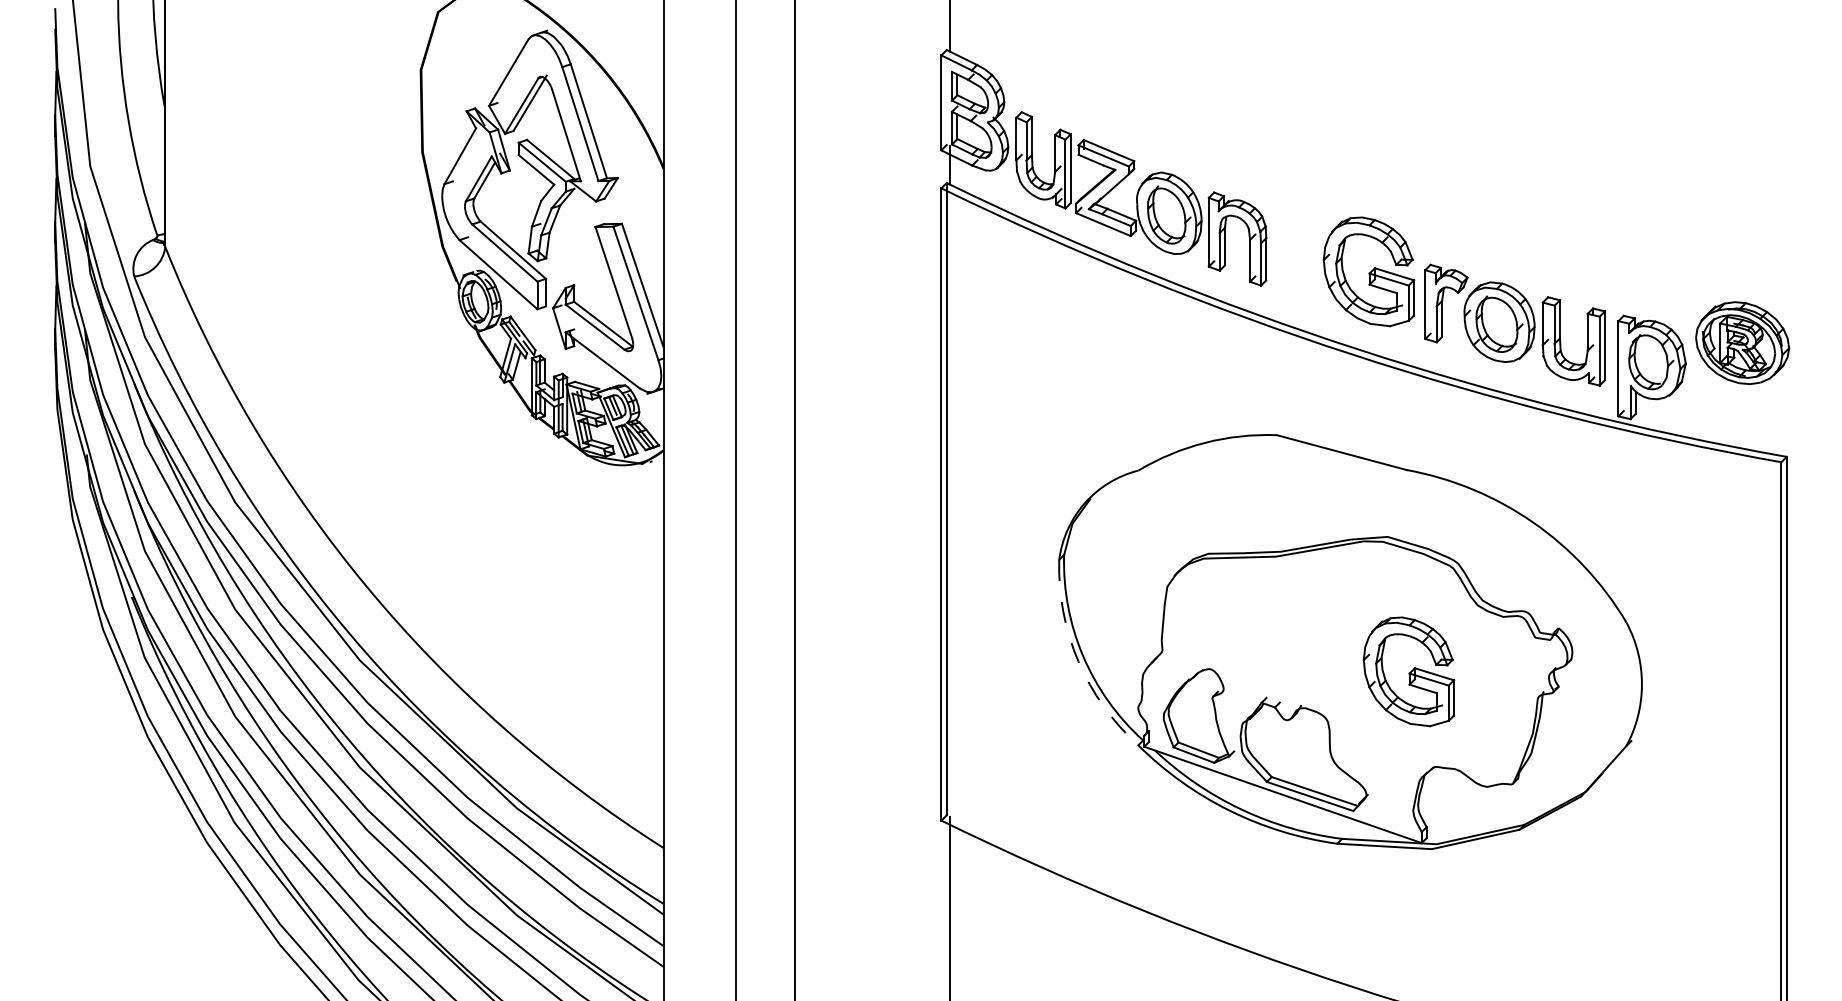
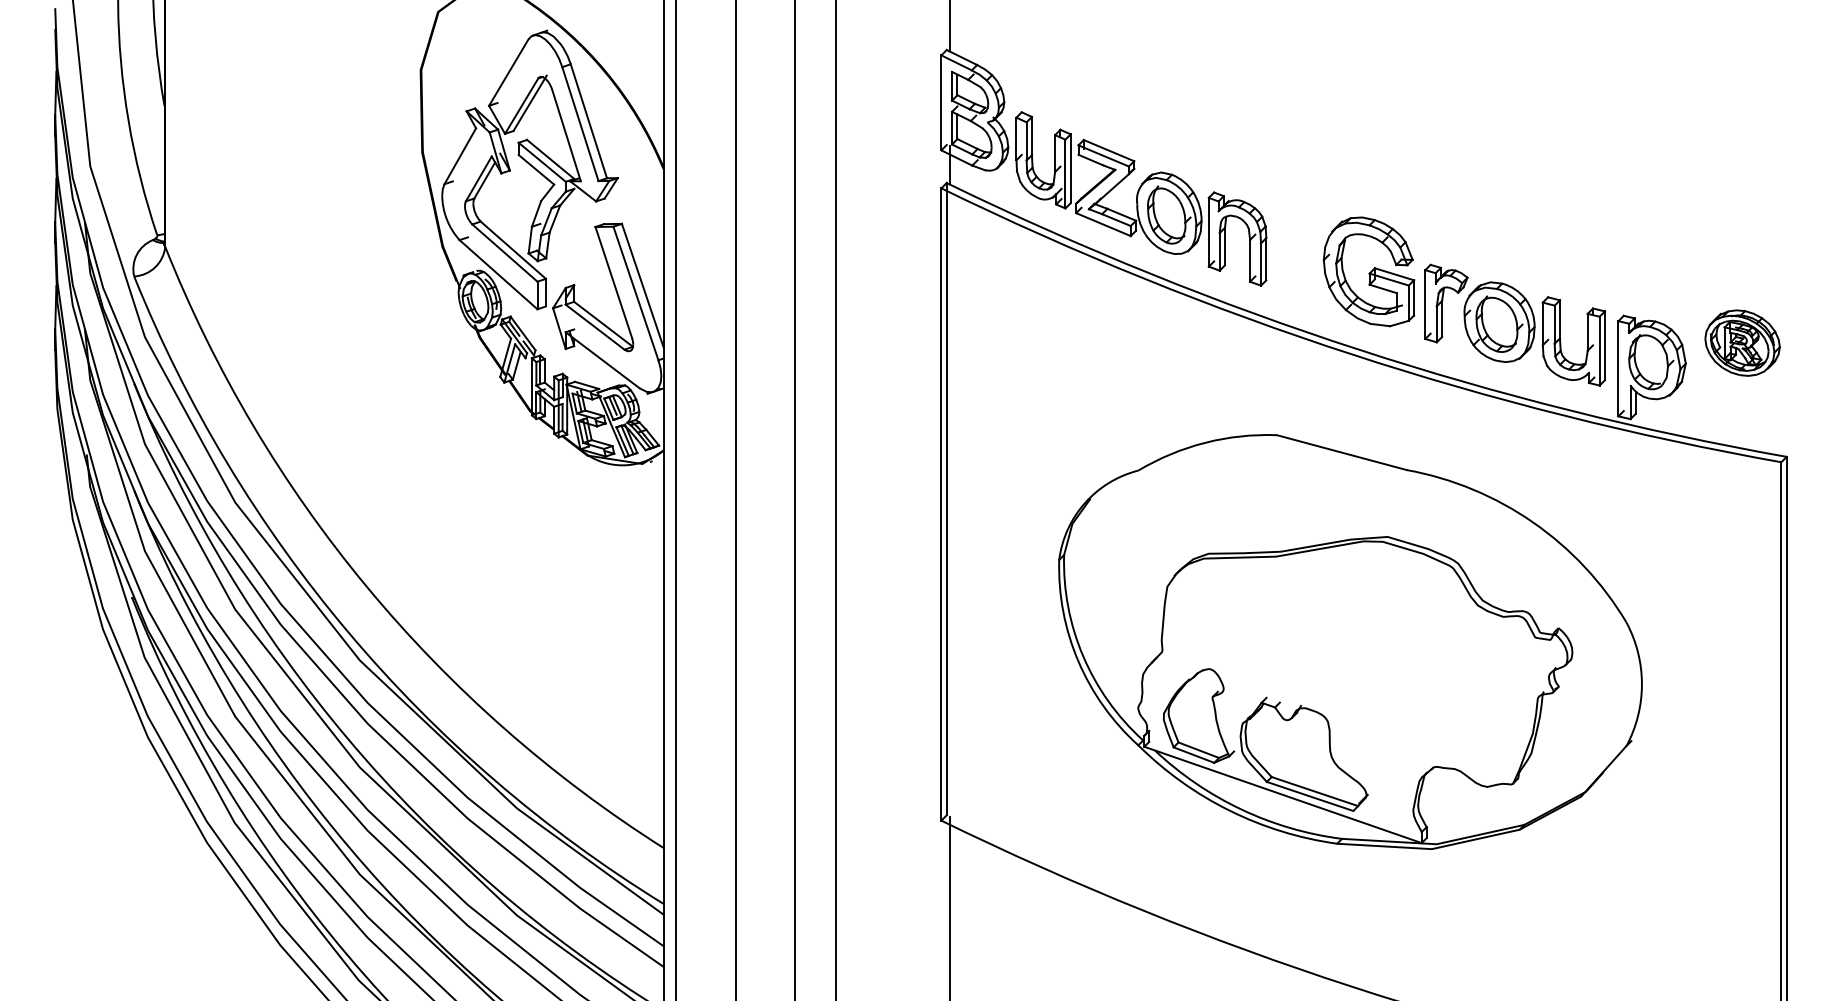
part at (1742, 342) size: 96x84 px -> 77x68 px
line at (676, 499): none -> present
line at (836, 499): none -> present
arc at (1078, 661): dashed -> solid
part at (1408, 671): present -> none
